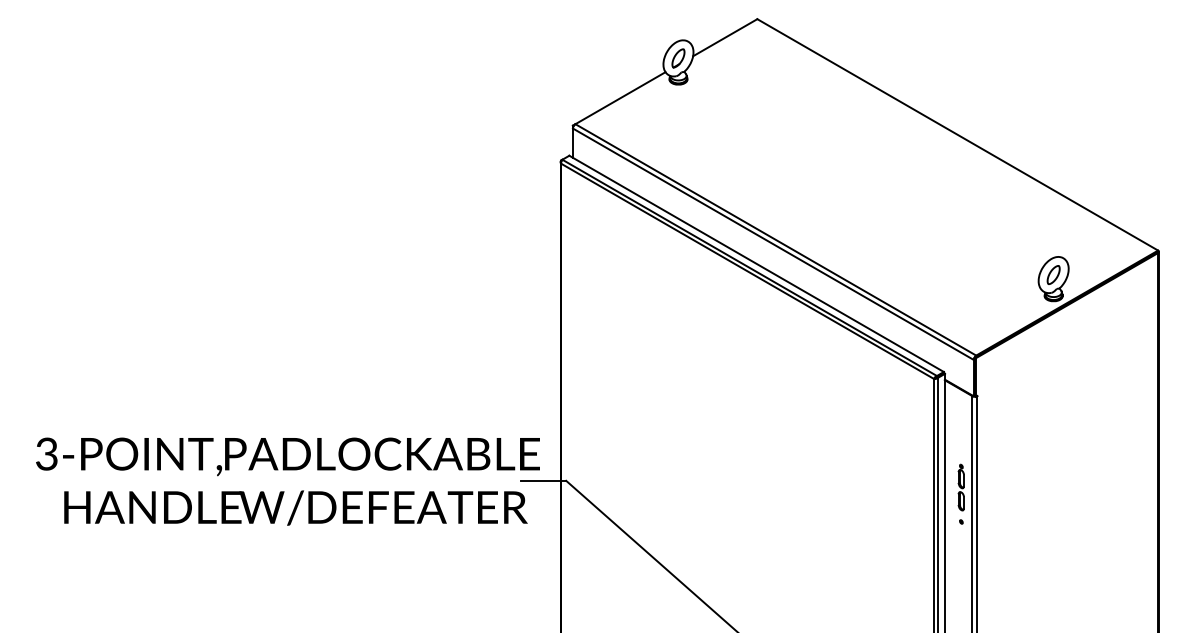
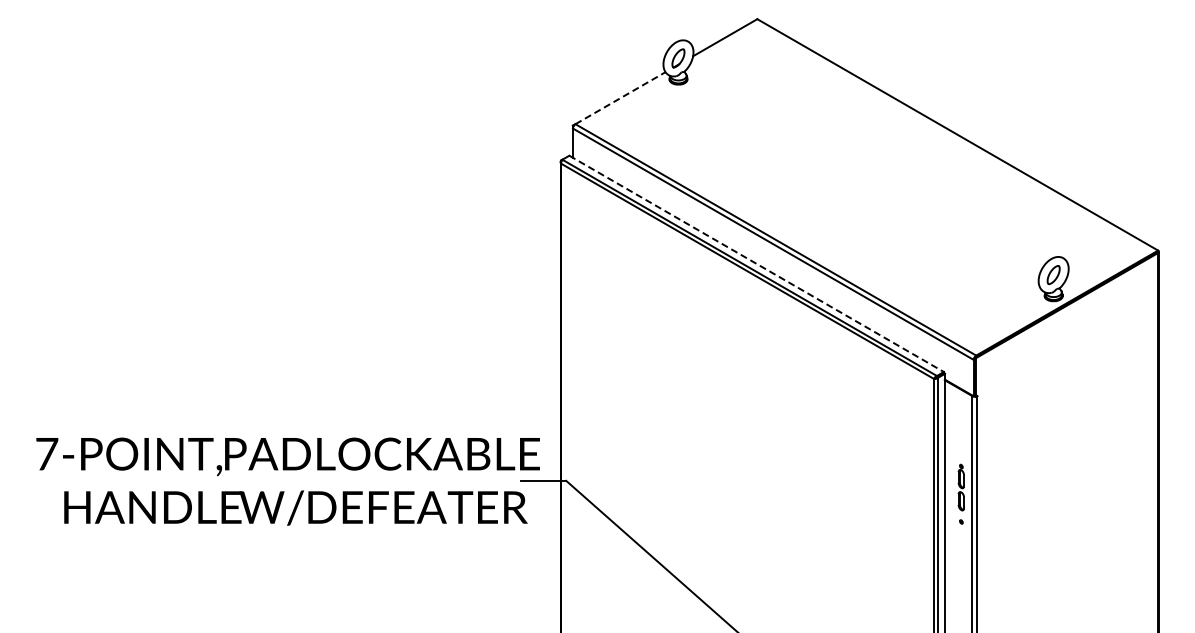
line at (620, 97): solid -> dashed
line at (757, 264): solid -> dashed
text at (47, 453): 3-POINT, -> 7-POINT,
